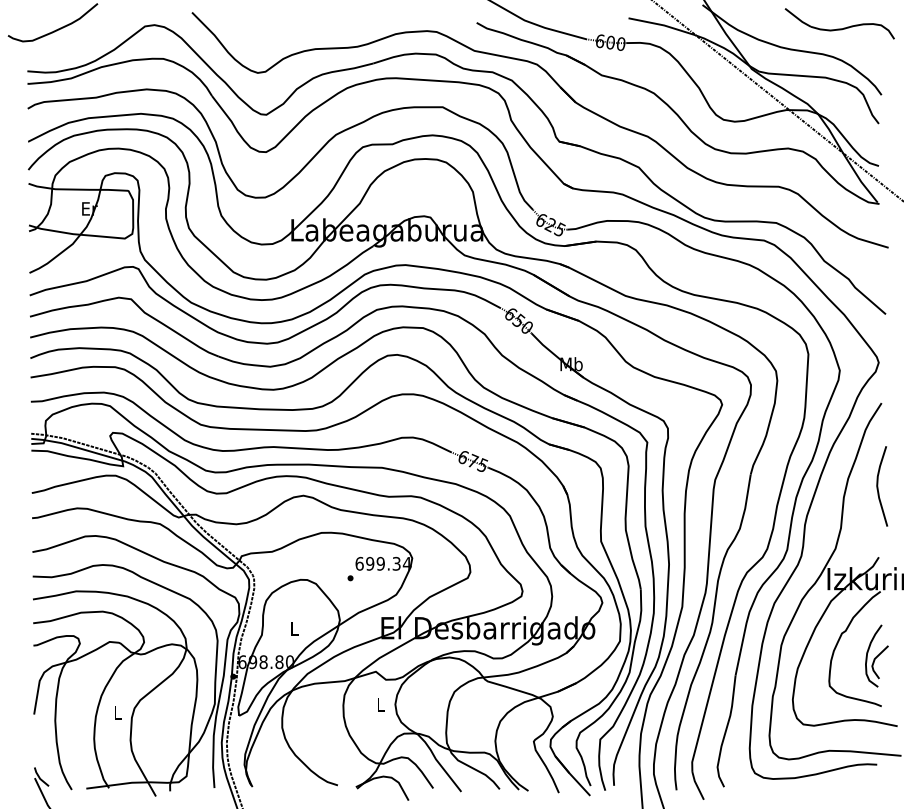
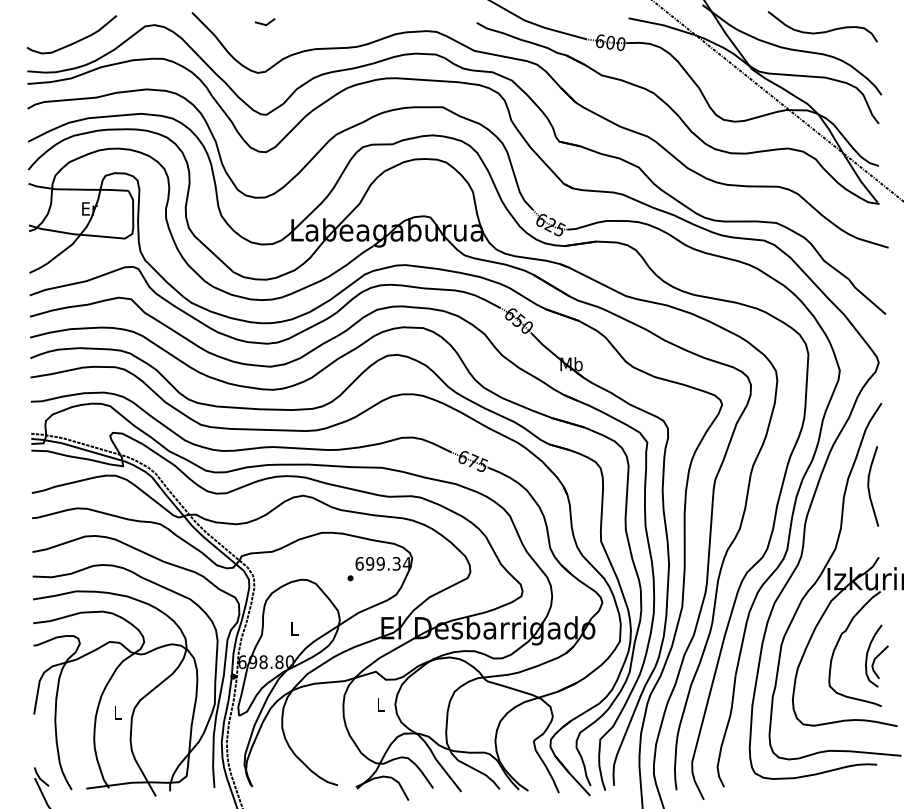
line at (264, 23): none -> present
part at (839, 23) position: (839, 23) -> (822, 26)
curve at (56, 29) position: (56, 29) -> (75, 41)
curve at (878, 486) position: (878, 486) -> (869, 486)
